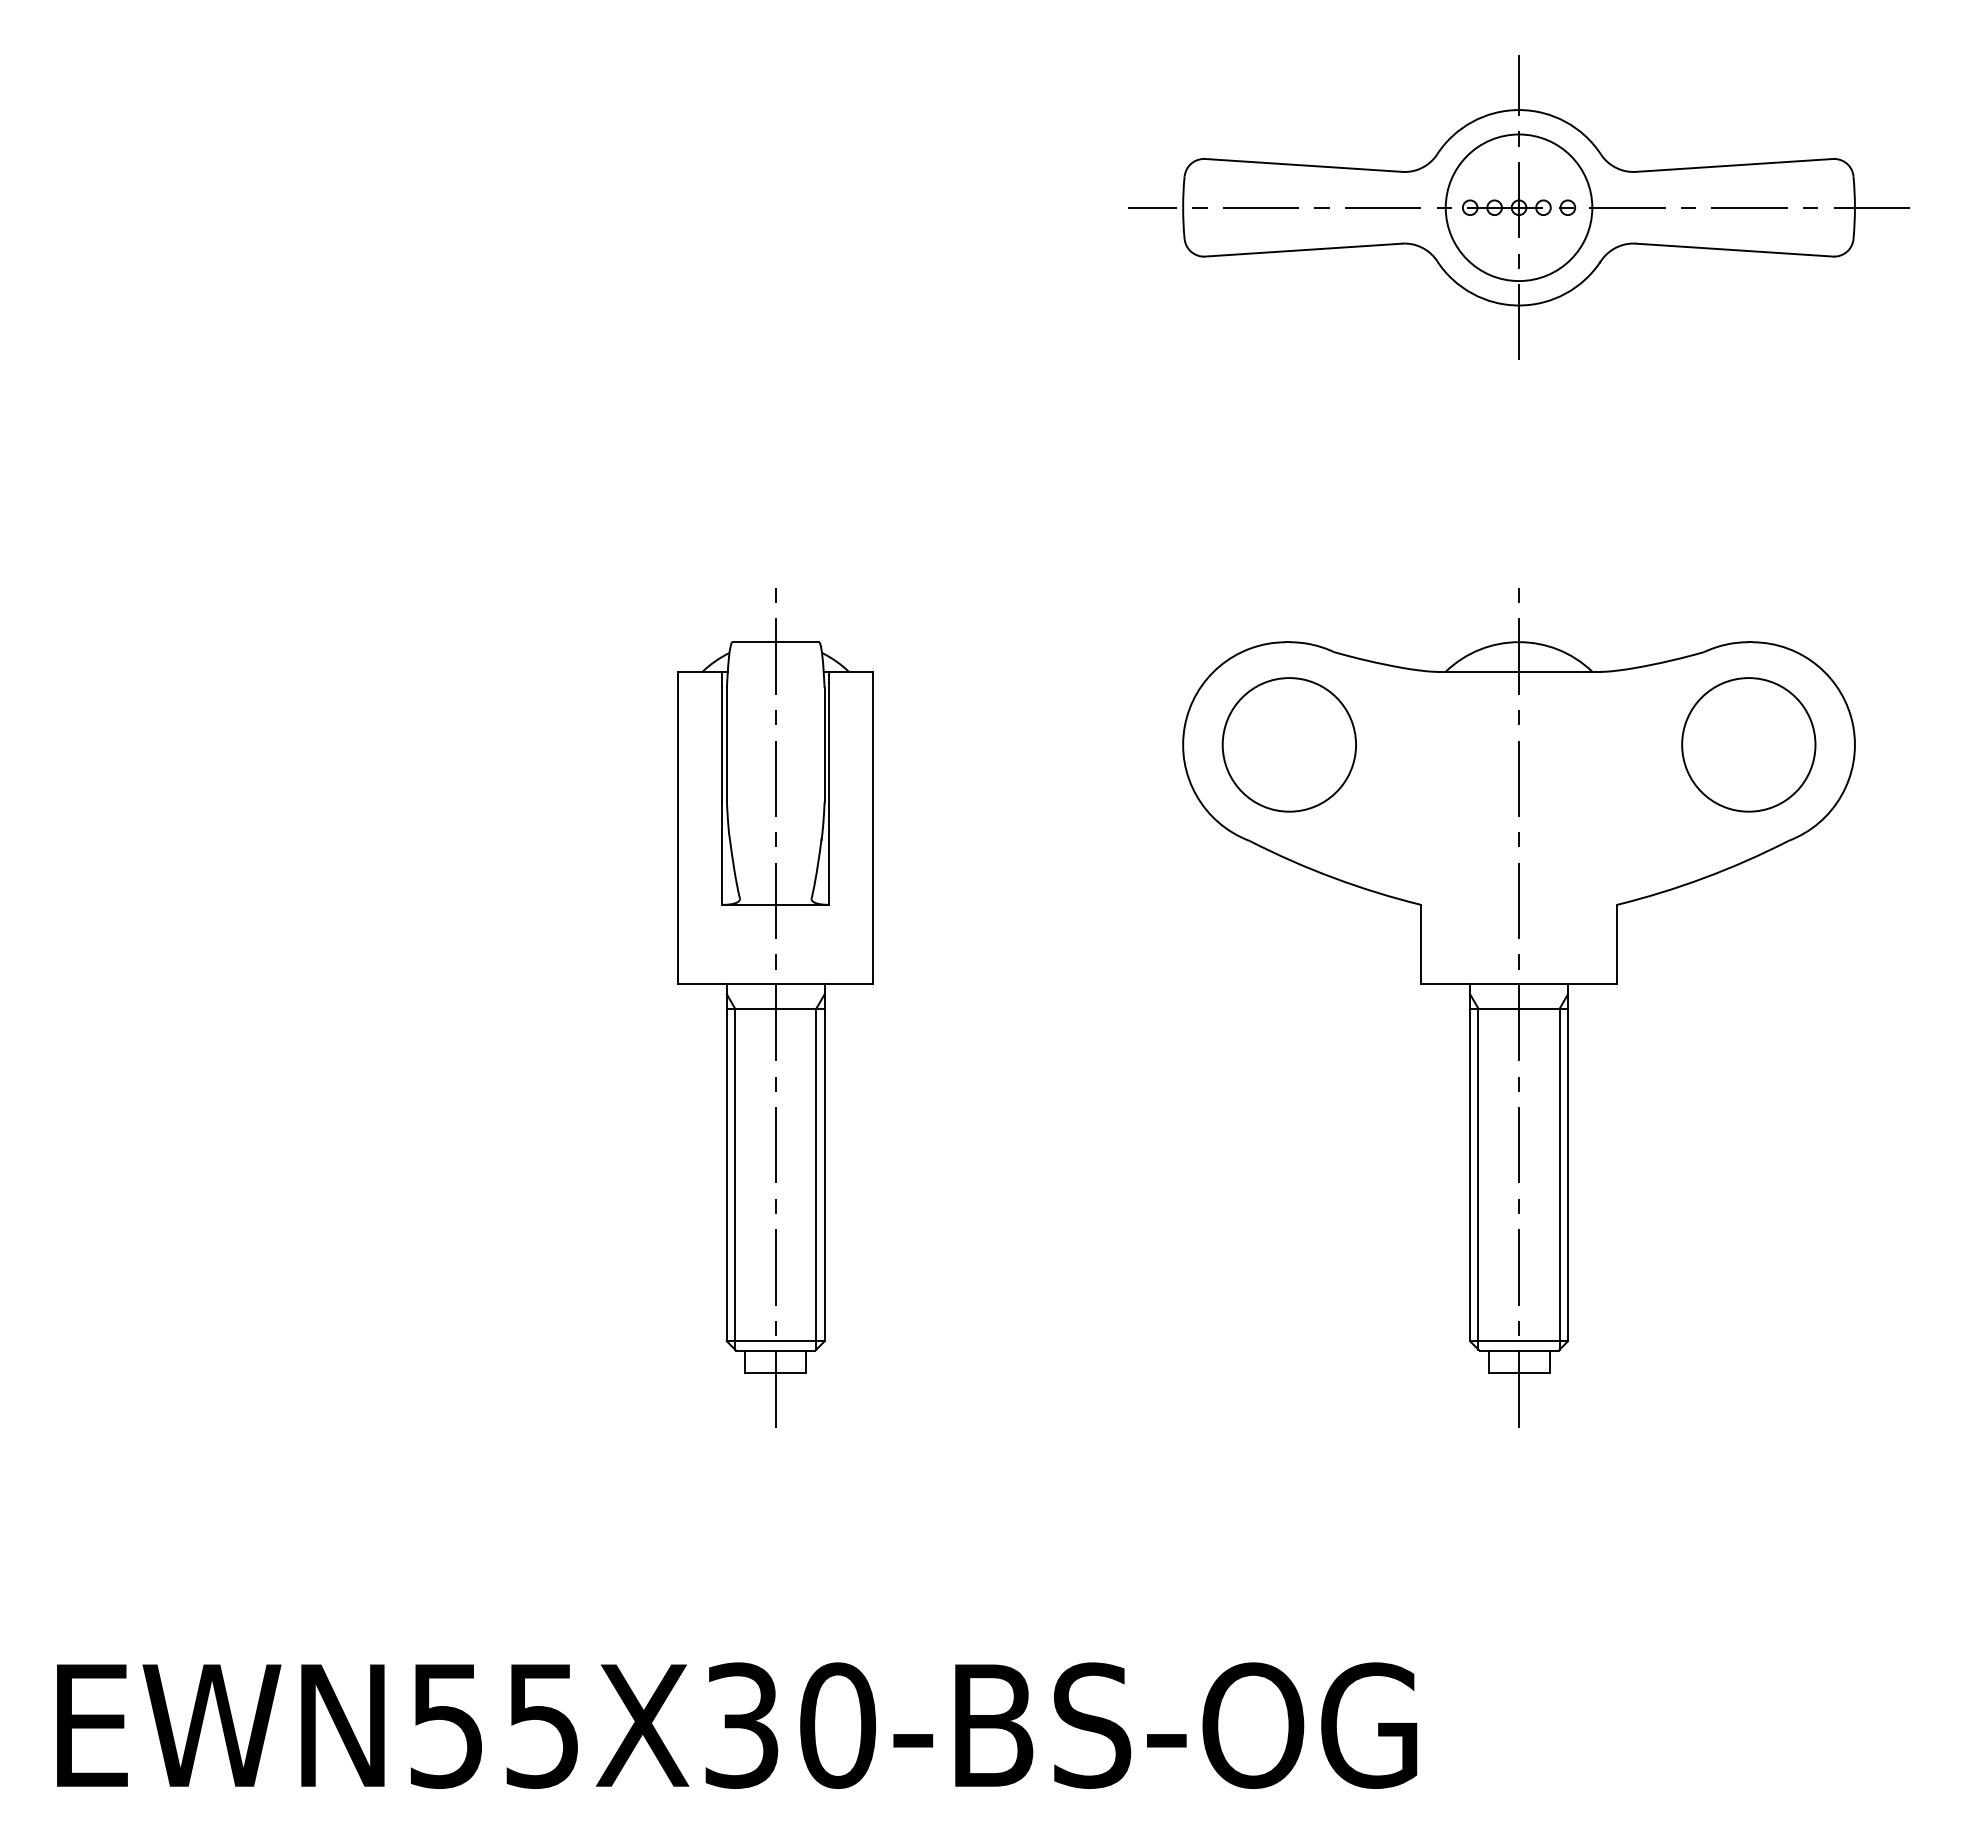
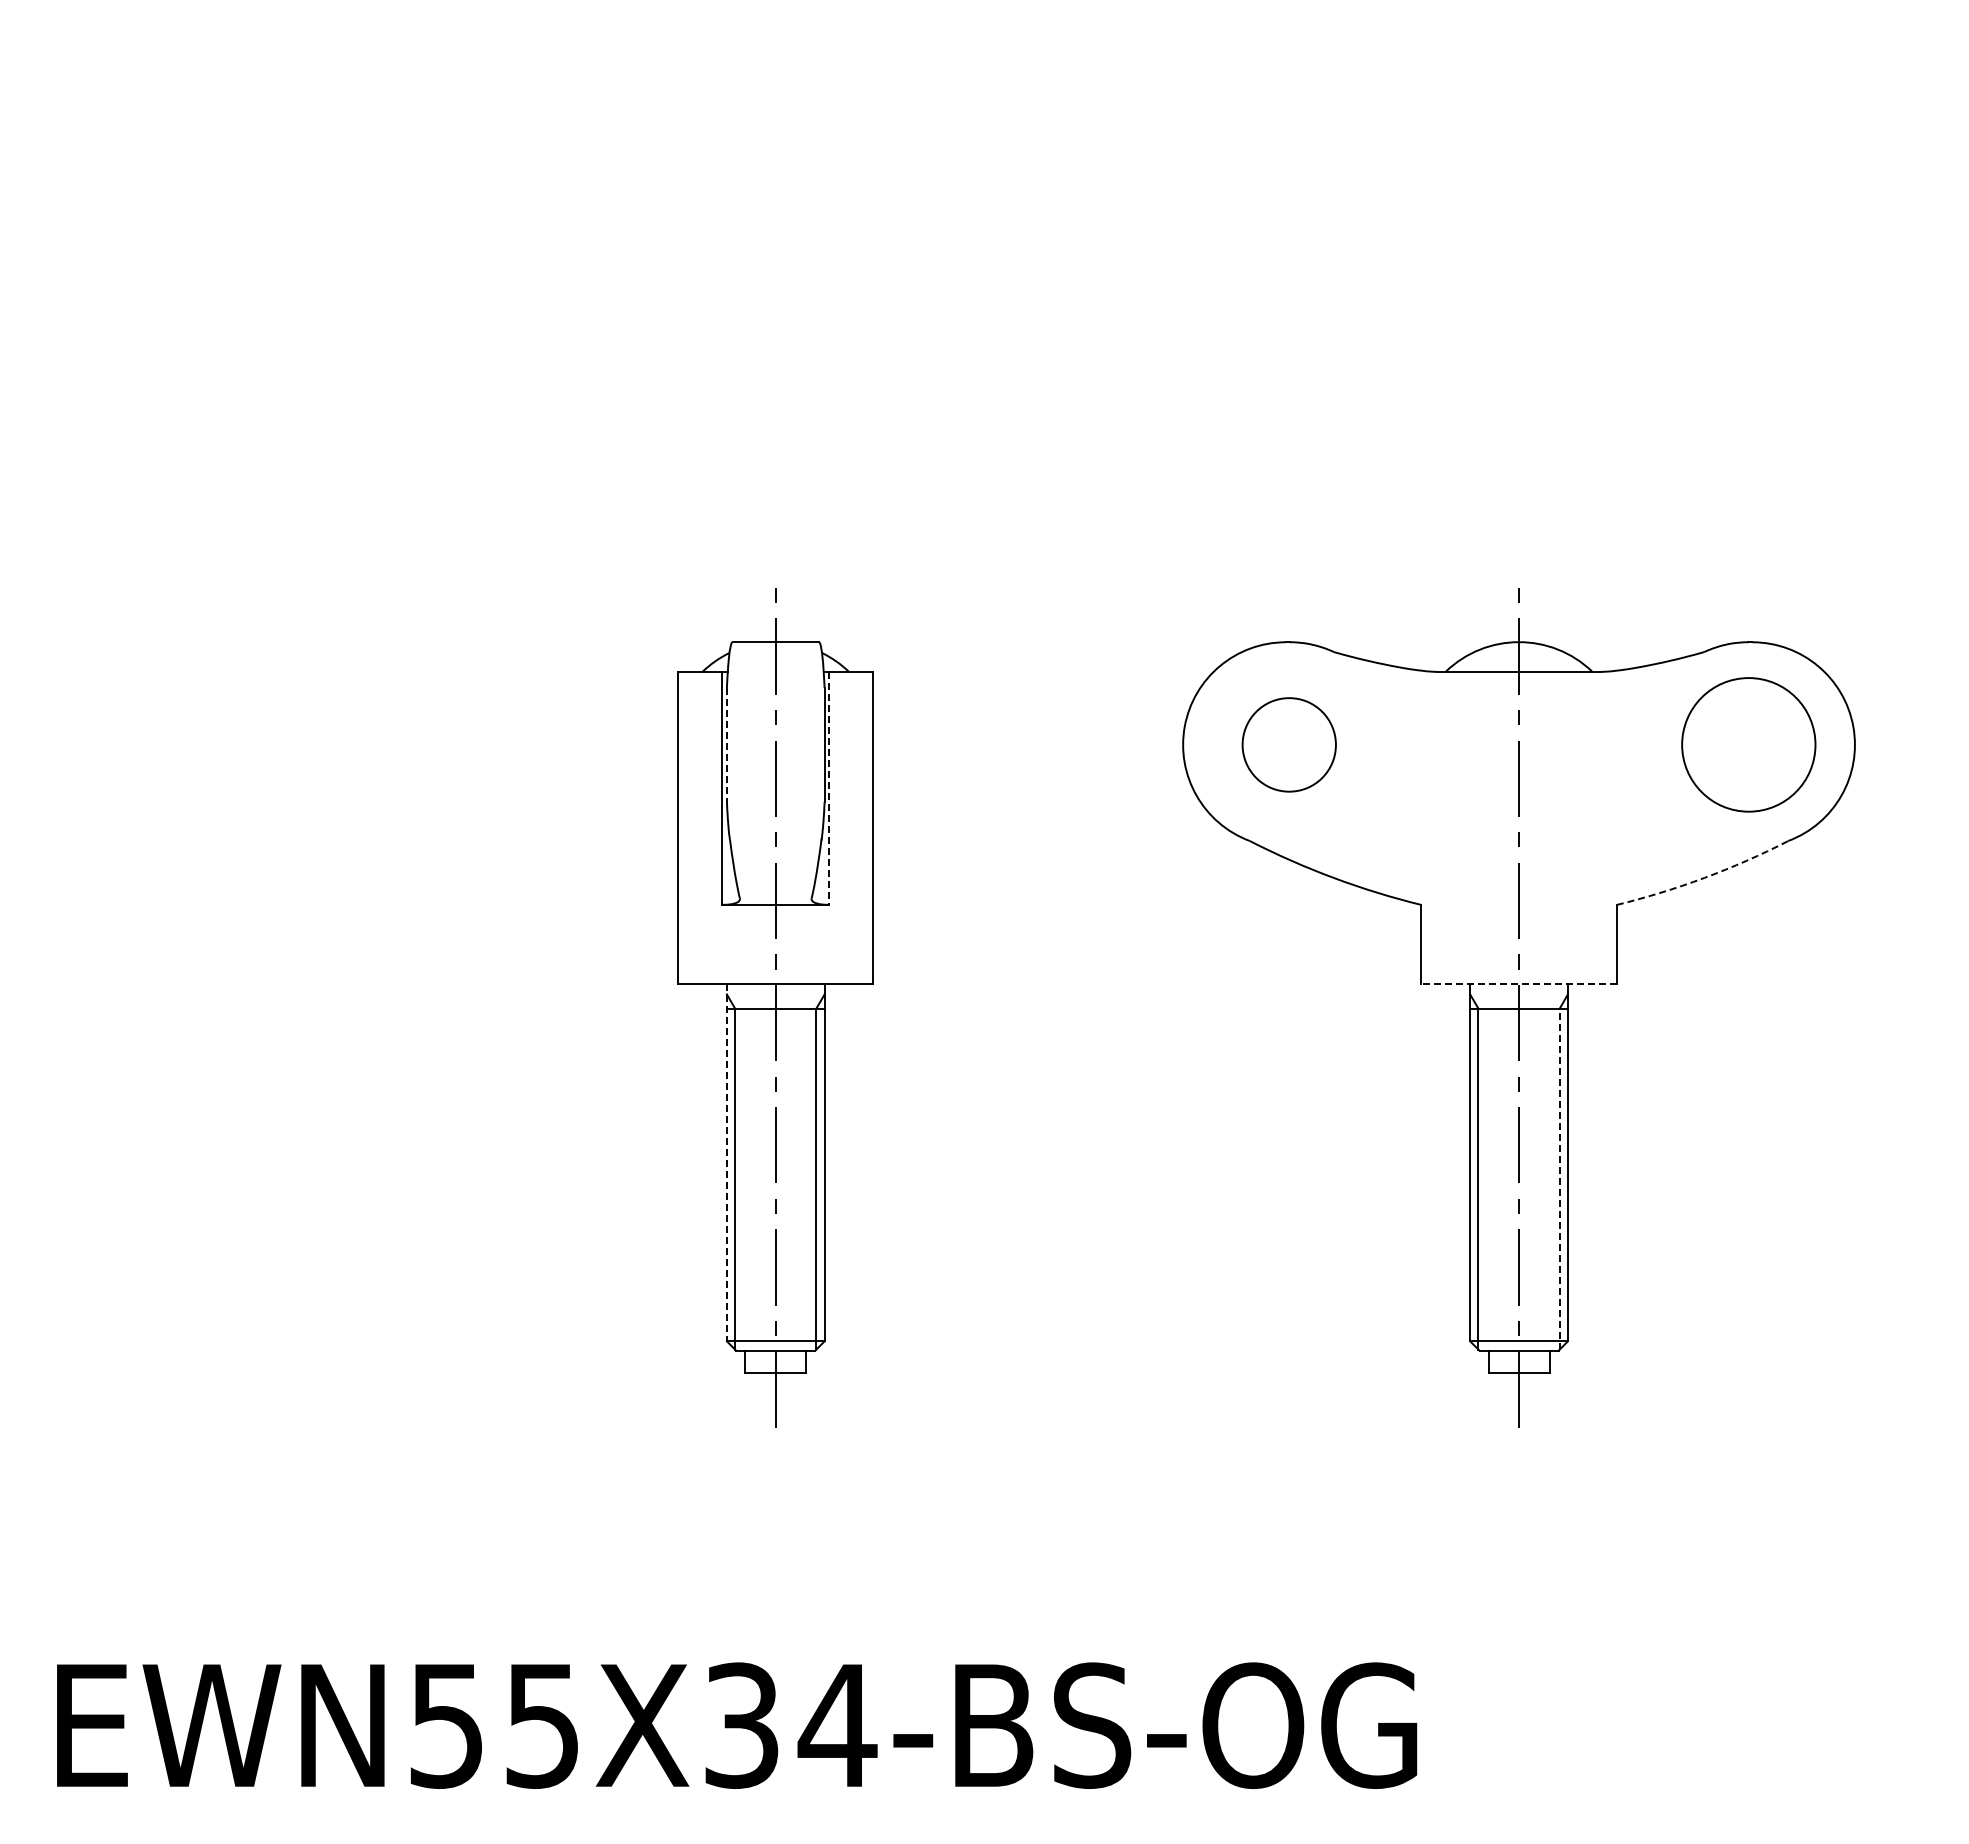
part at (1518, 207): present -> none
line at (726, 744): solid -> dashed
part at (1288, 744) size: 136x136 px -> 96x96 px
line at (829, 788): solid -> dashed
arc at (1704, 877): solid -> dashed
line at (1519, 984): solid -> dashed
line at (726, 1162): solid -> dashed
line at (1559, 1178): solid -> dashed
text at (837, 1725): EWN55X30-BS-OG -> EWN55X34-BS-OG
